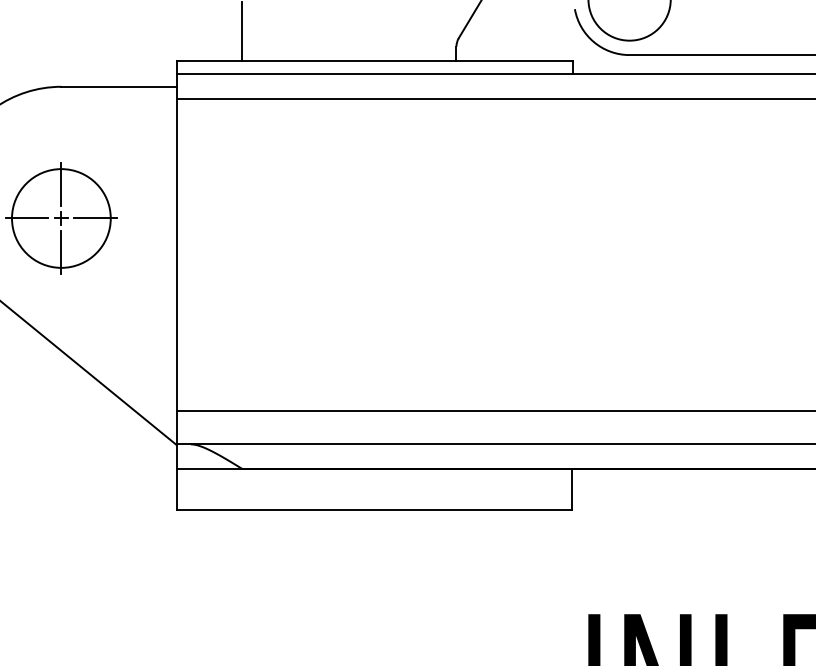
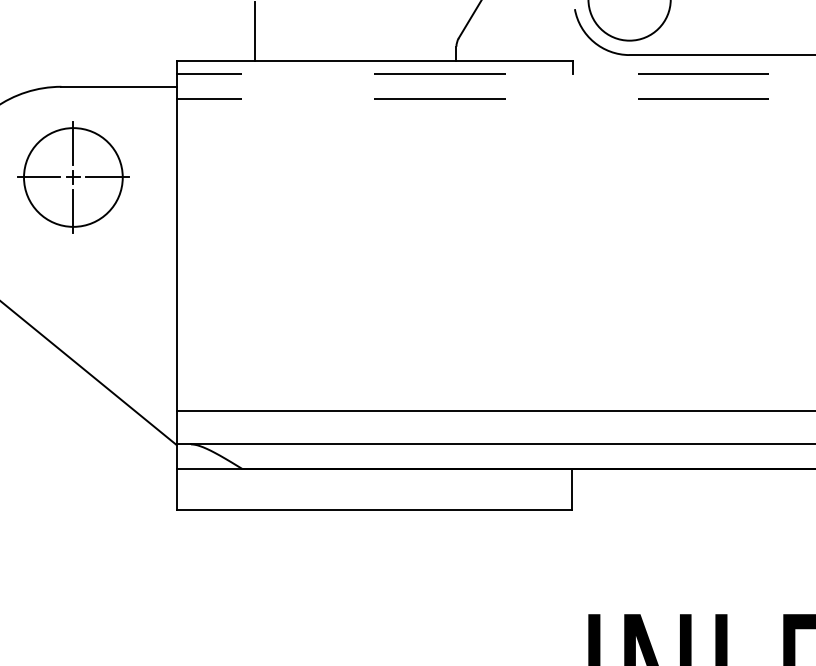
line at (242, 31) position: (242, 31) -> (255, 31)
line at (495, 73): solid -> dashed
line at (495, 98): solid -> dashed
part at (61, 218) position: (61, 218) -> (73, 177)
